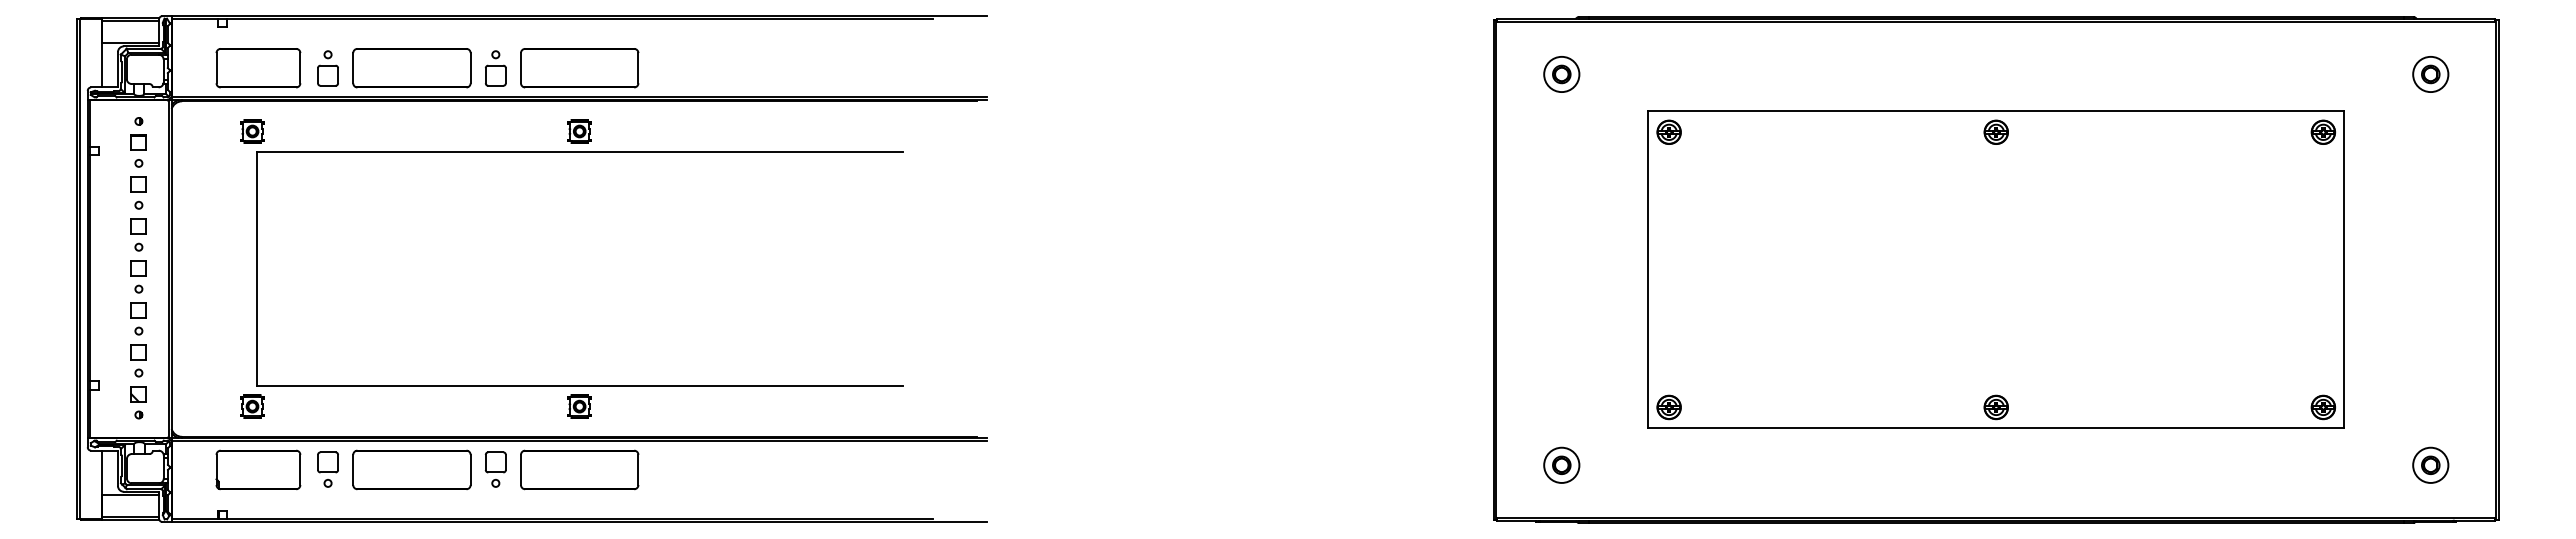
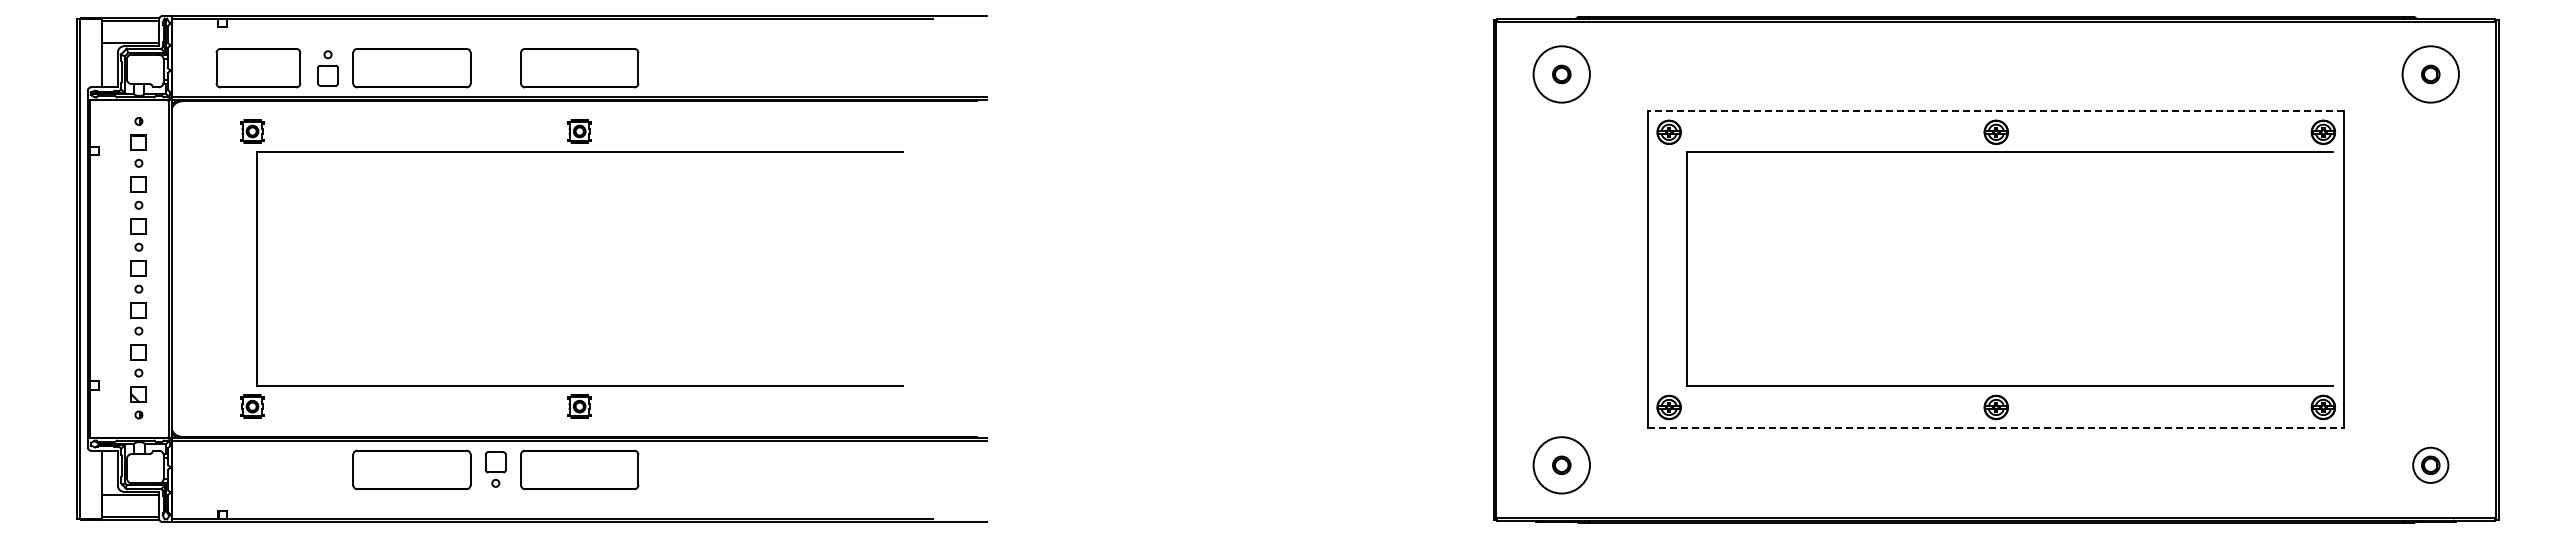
part at (495, 68): present -> none
circle at (1561, 74) diameter: 35 px -> 56 px
circle at (2430, 74) diameter: 35 px -> 56 px
line at (1995, 111): solid -> dashed
part at (2009, 152): none -> present
line at (1996, 428): solid -> dashed
circle at (1561, 464) diameter: 35 px -> 56 px
part at (258, 469): present -> none
part at (327, 469): present -> none
